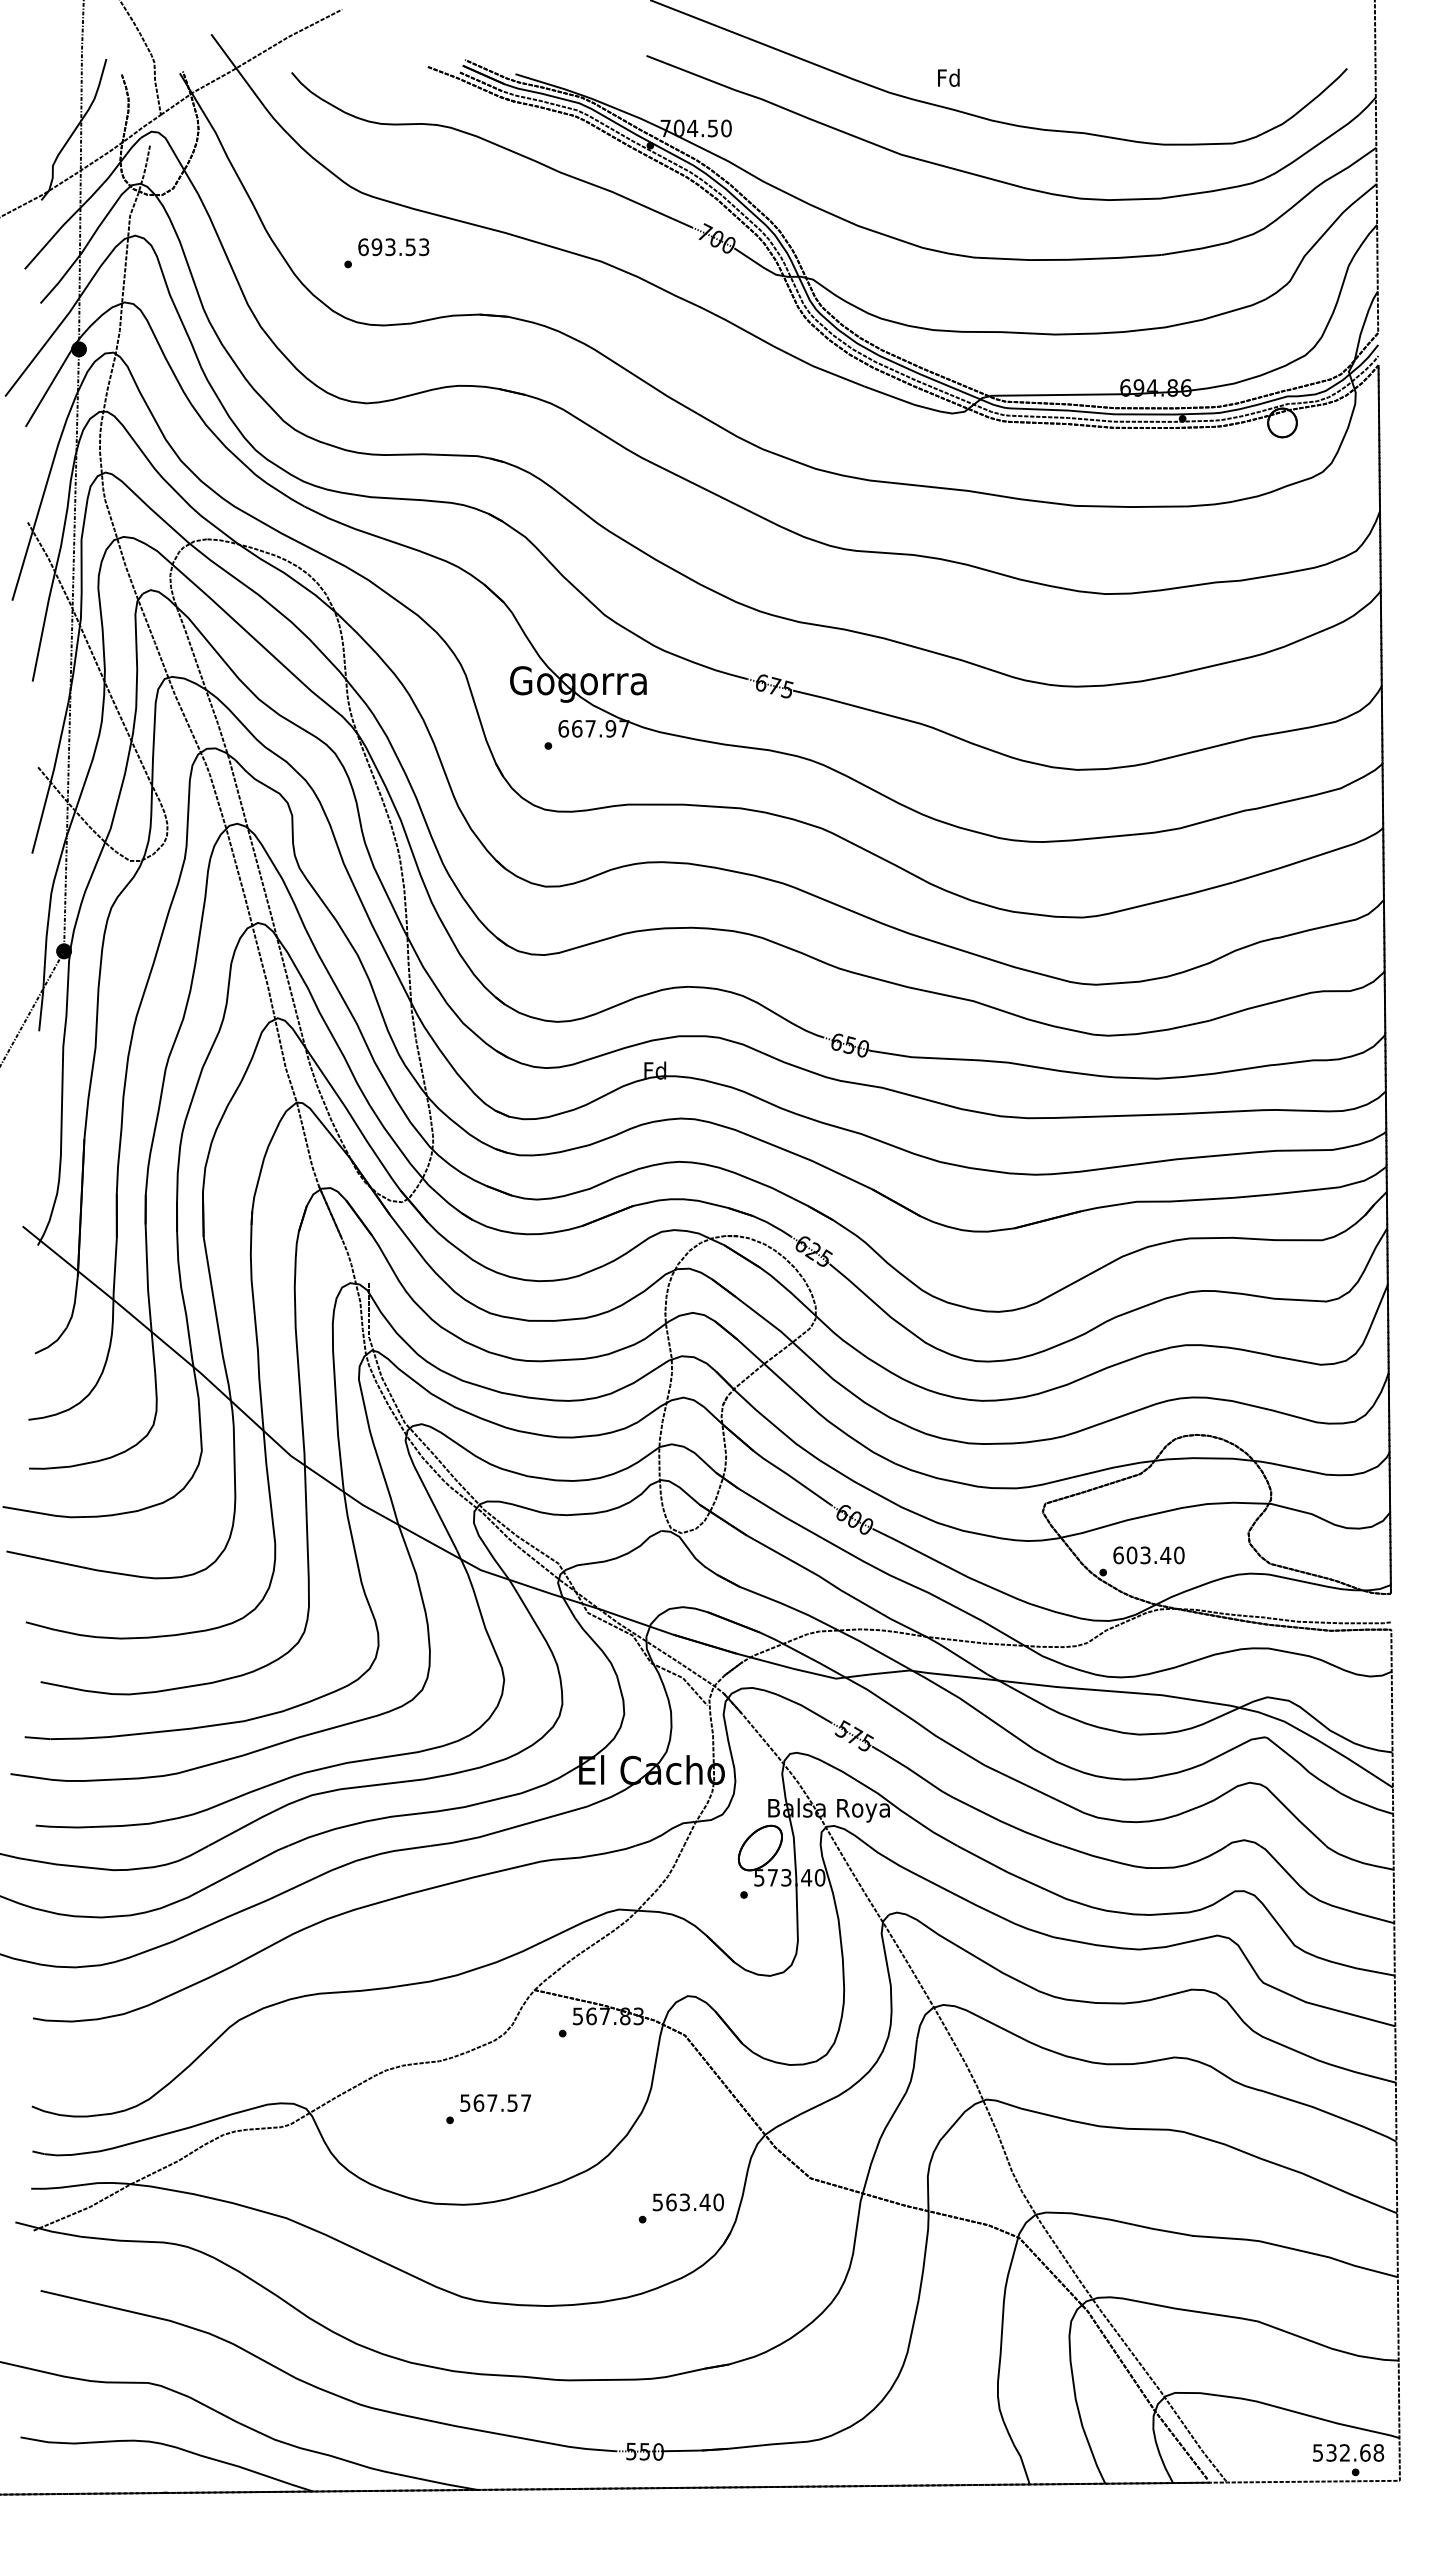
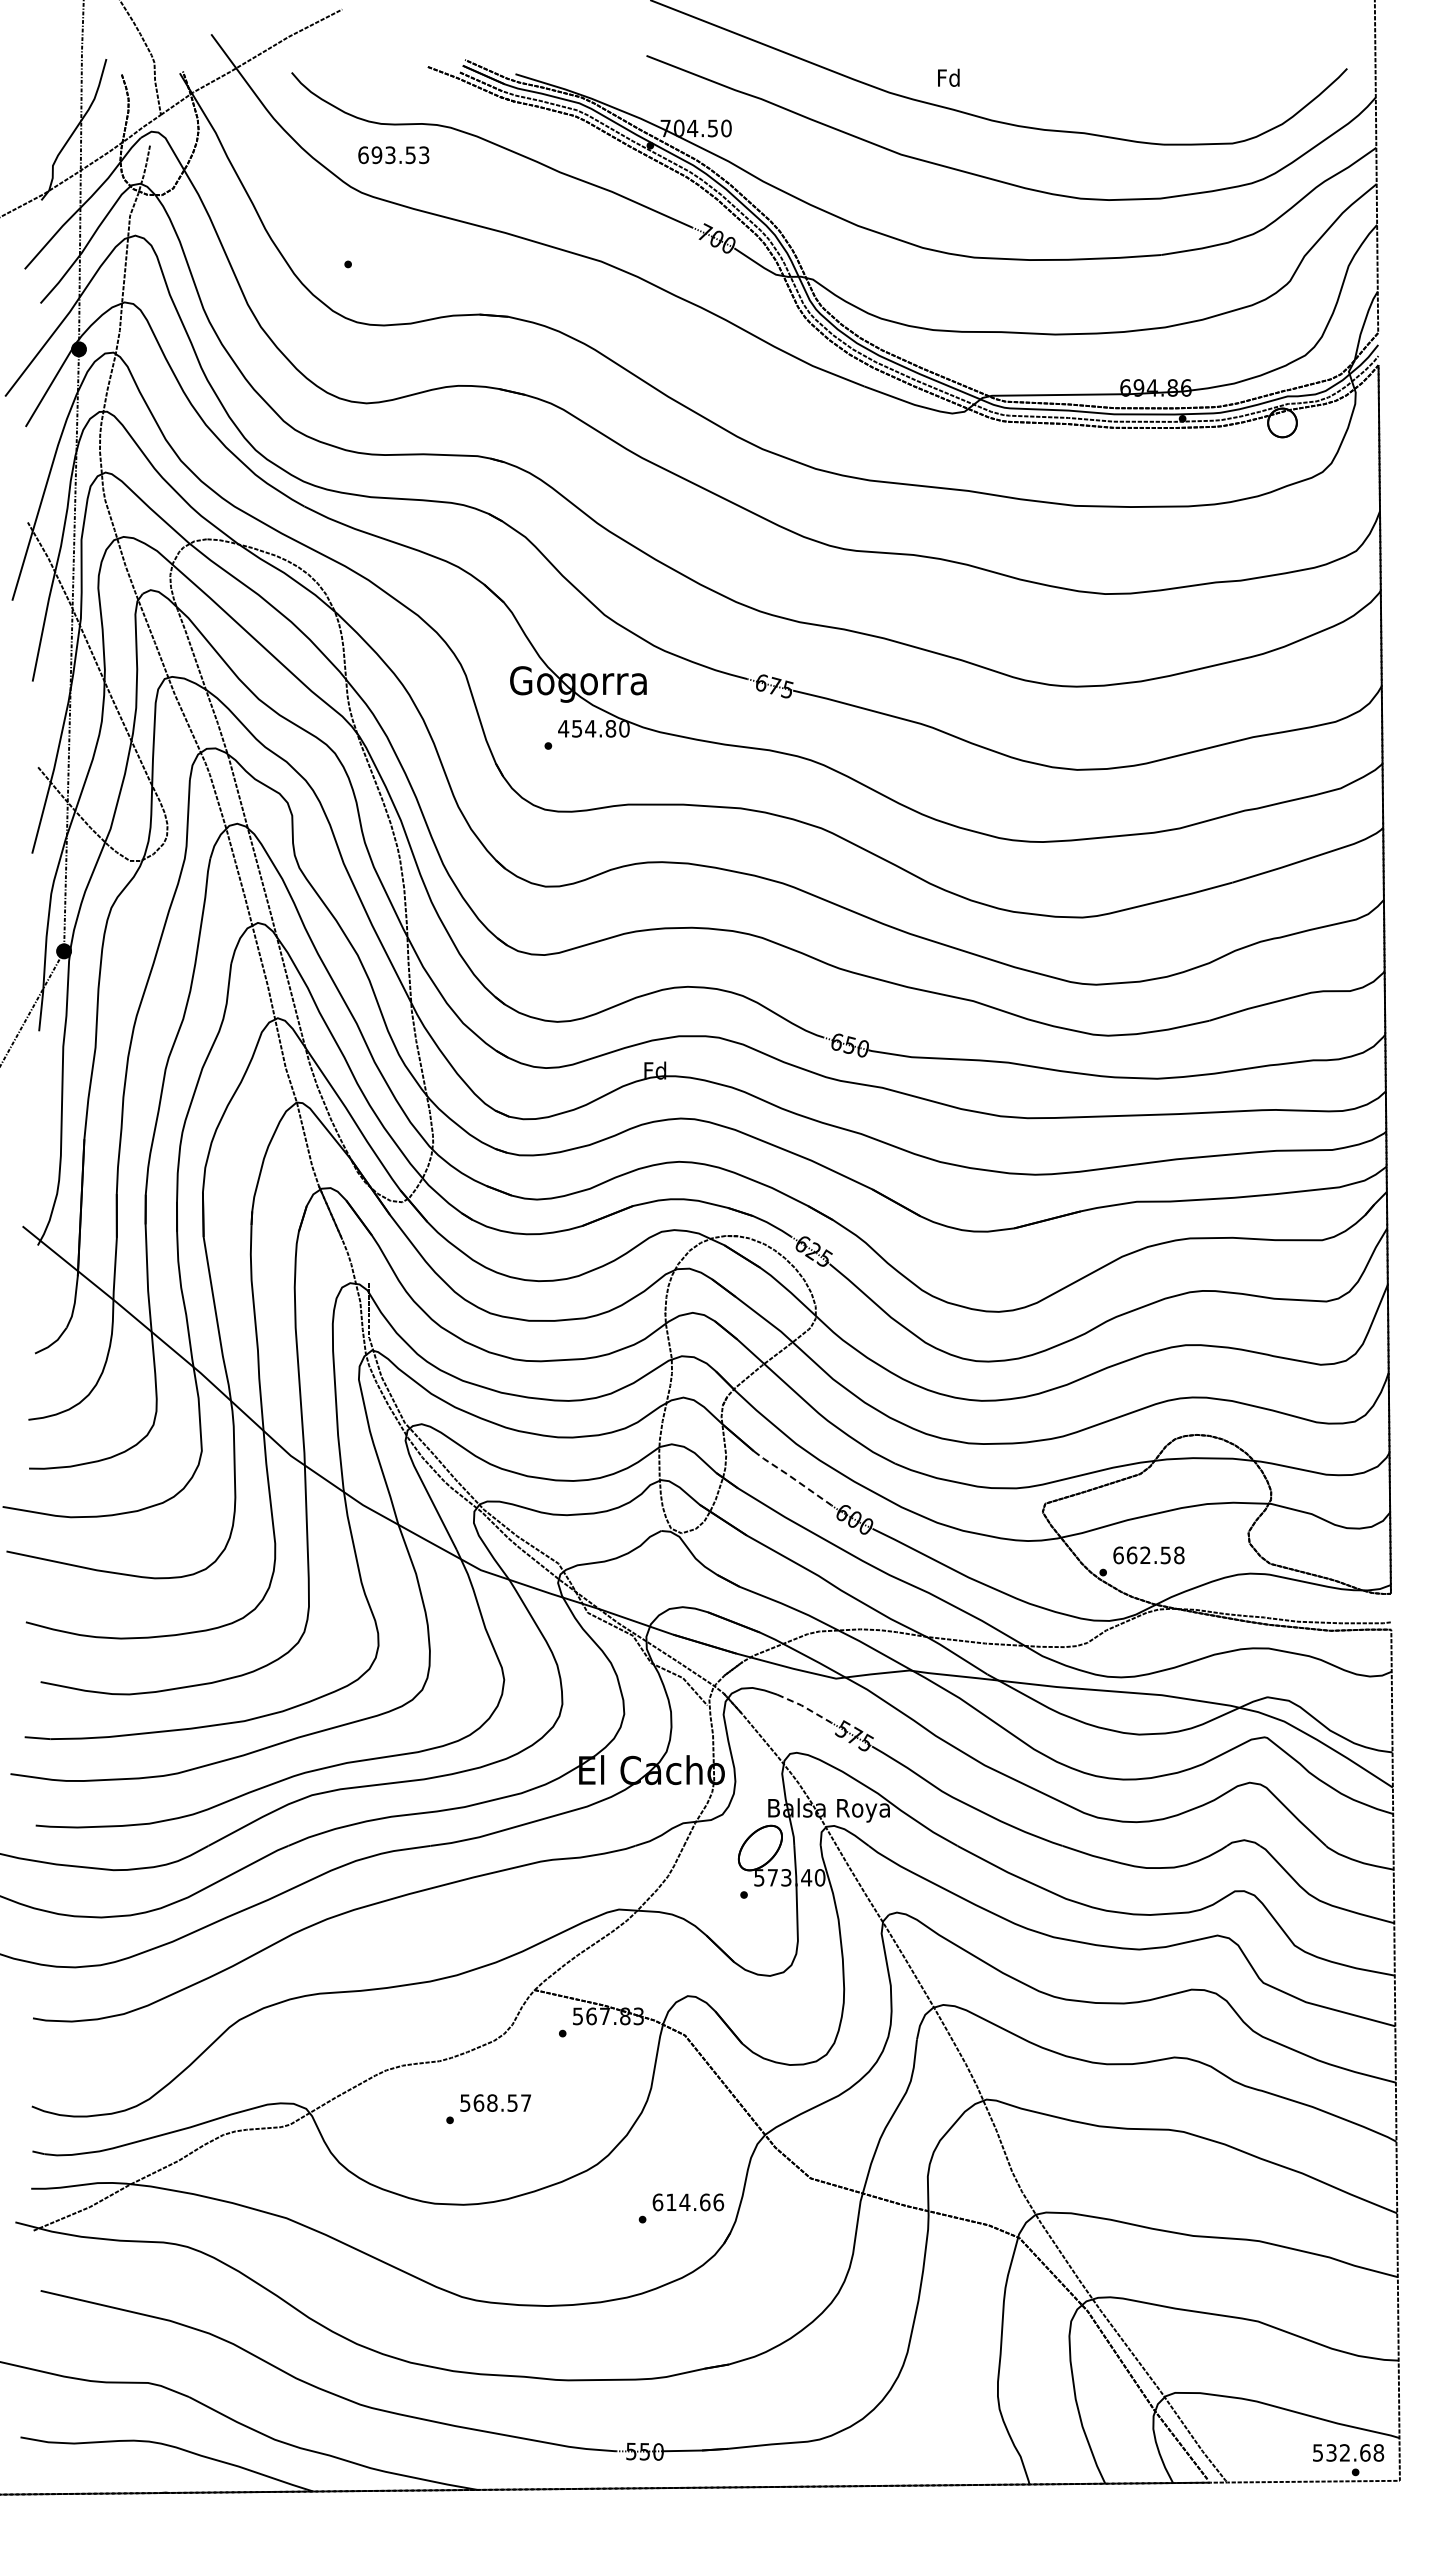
text at (393, 247) position: (393, 247) -> (393, 155)
text at (593, 728): 667.97 -> 454.80
line at (792, 1477): solid -> dashed
text at (1155, 1555): 603.40 -> 662.58
line at (804, 1707): solid -> dashed
text at (492, 2102): 567.57 -> 568.57
text at (688, 2202): 563.40 -> 614.66
